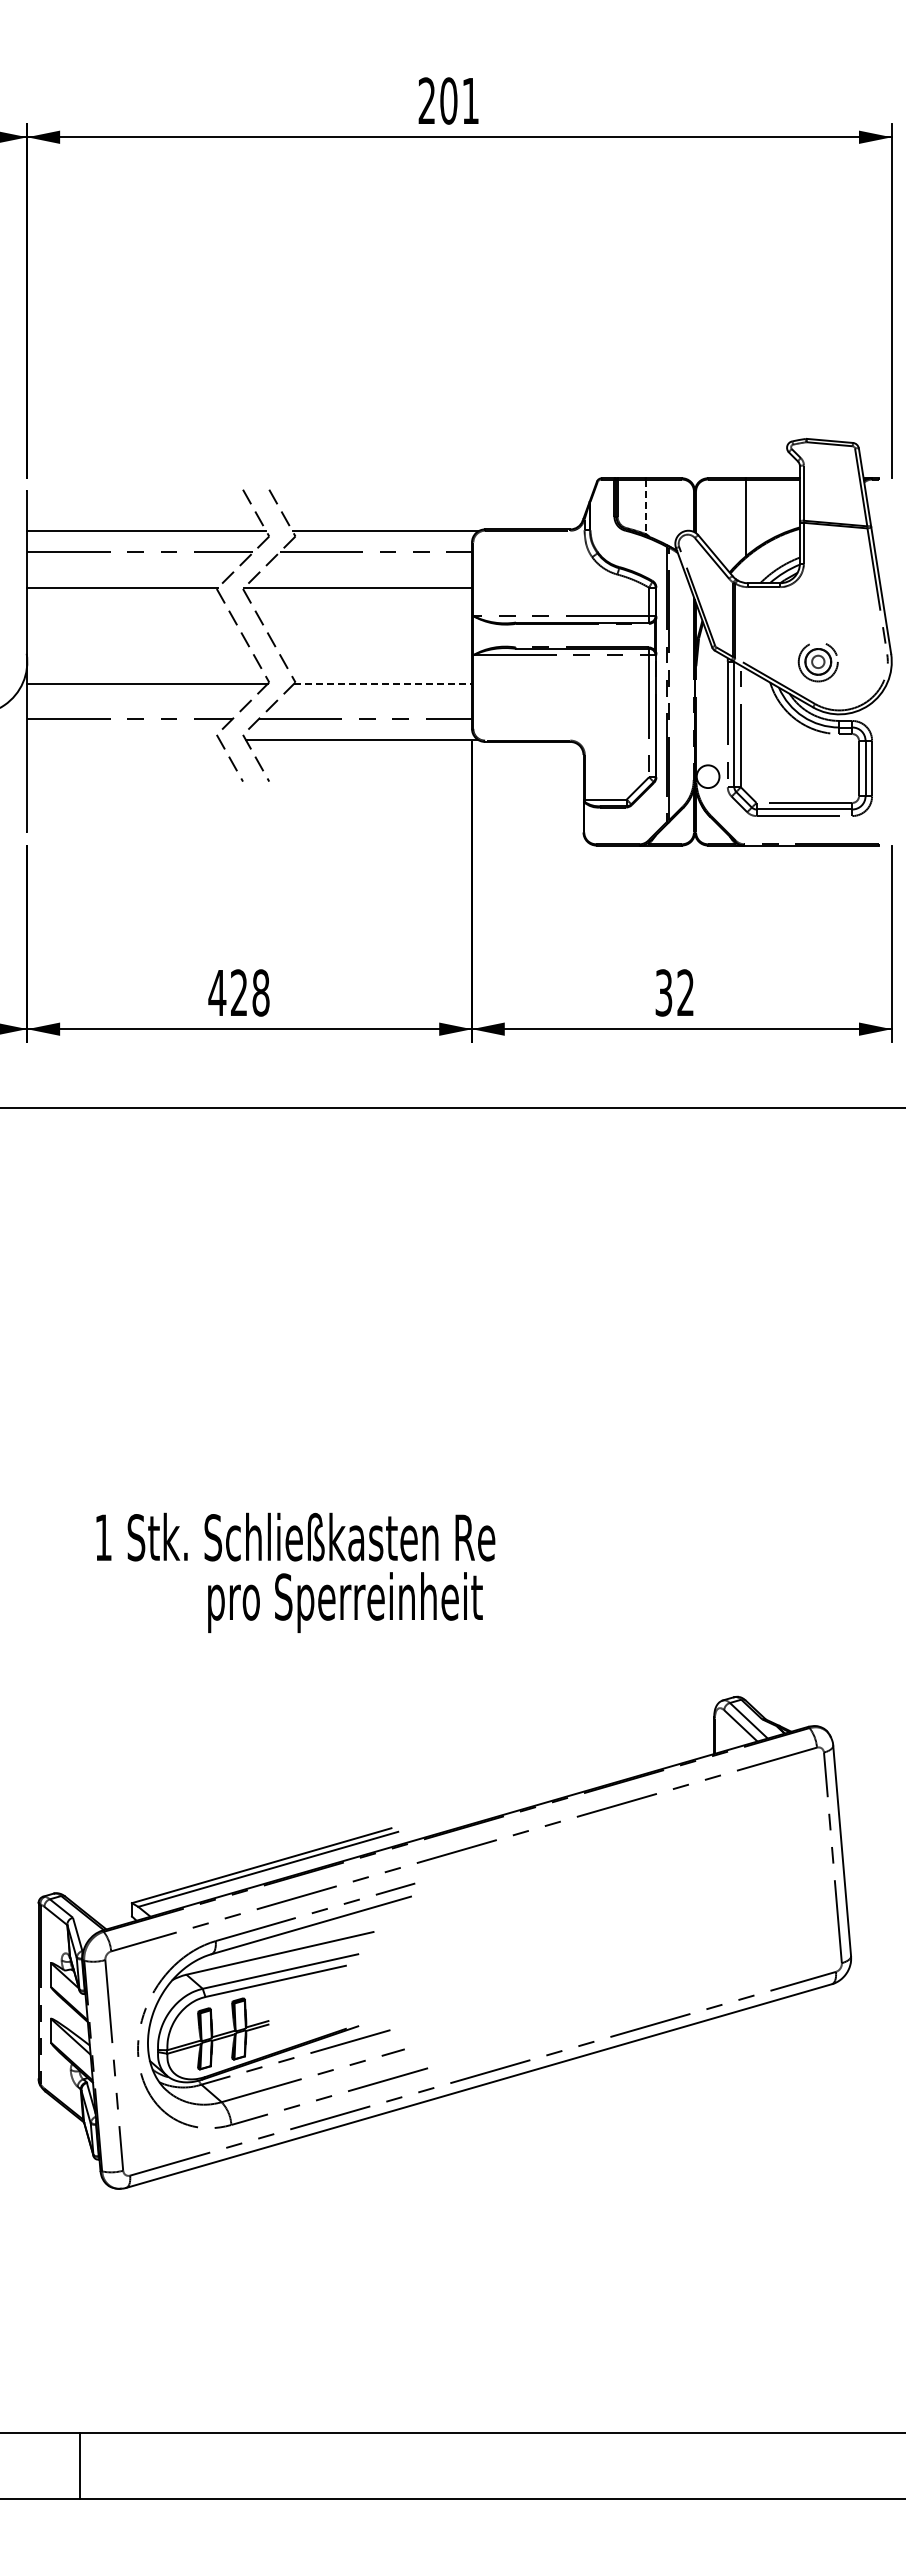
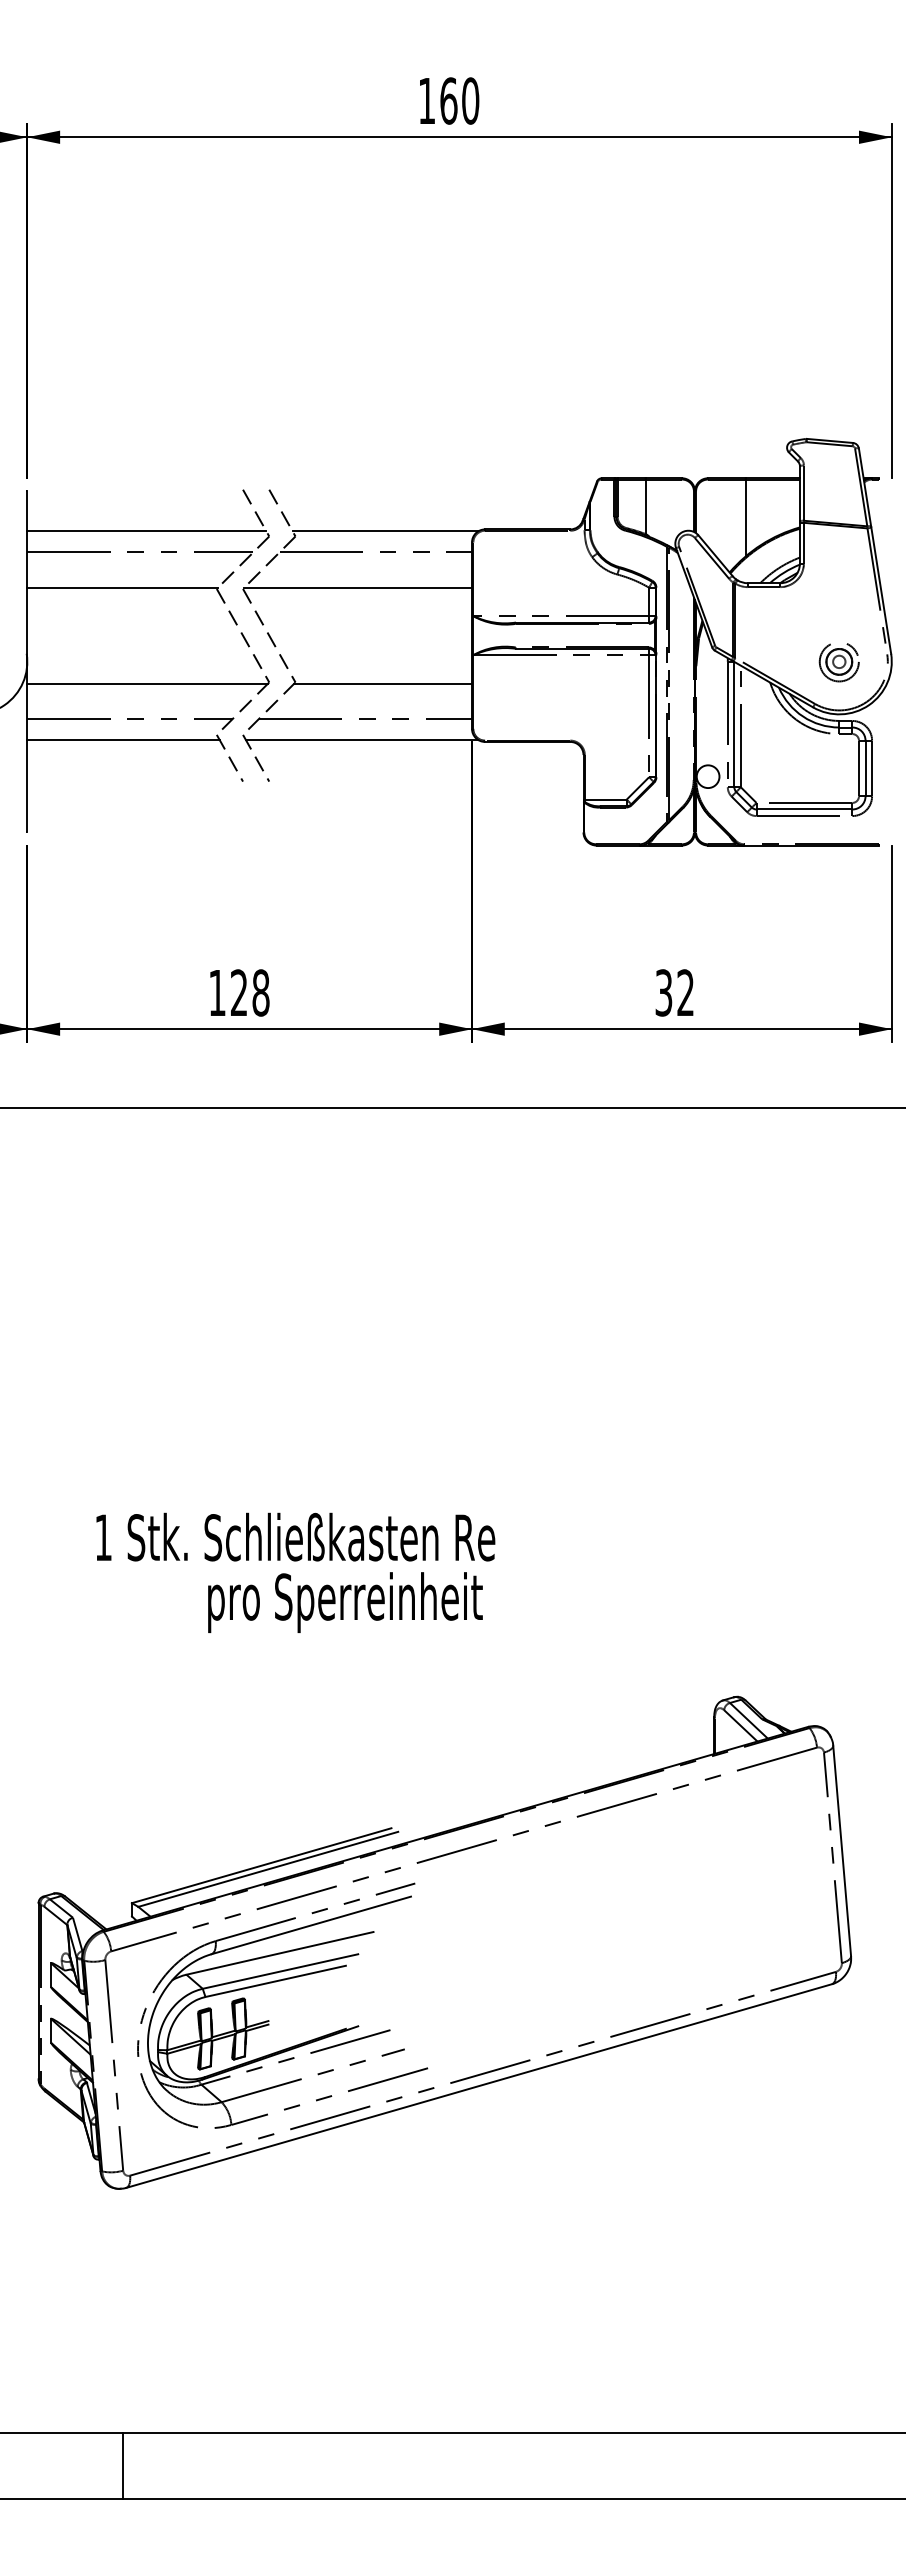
text at (448, 100): 201 -> 160
line at (645, 507): dashed -> solid
part at (817, 662) position: (817, 662) -> (838, 662)
line at (383, 683): dashed -> solid
line at (123, 739): none -> present
text at (217, 992): 428 -> 128
line at (80, 2465) position: (80, 2465) -> (123, 2465)
